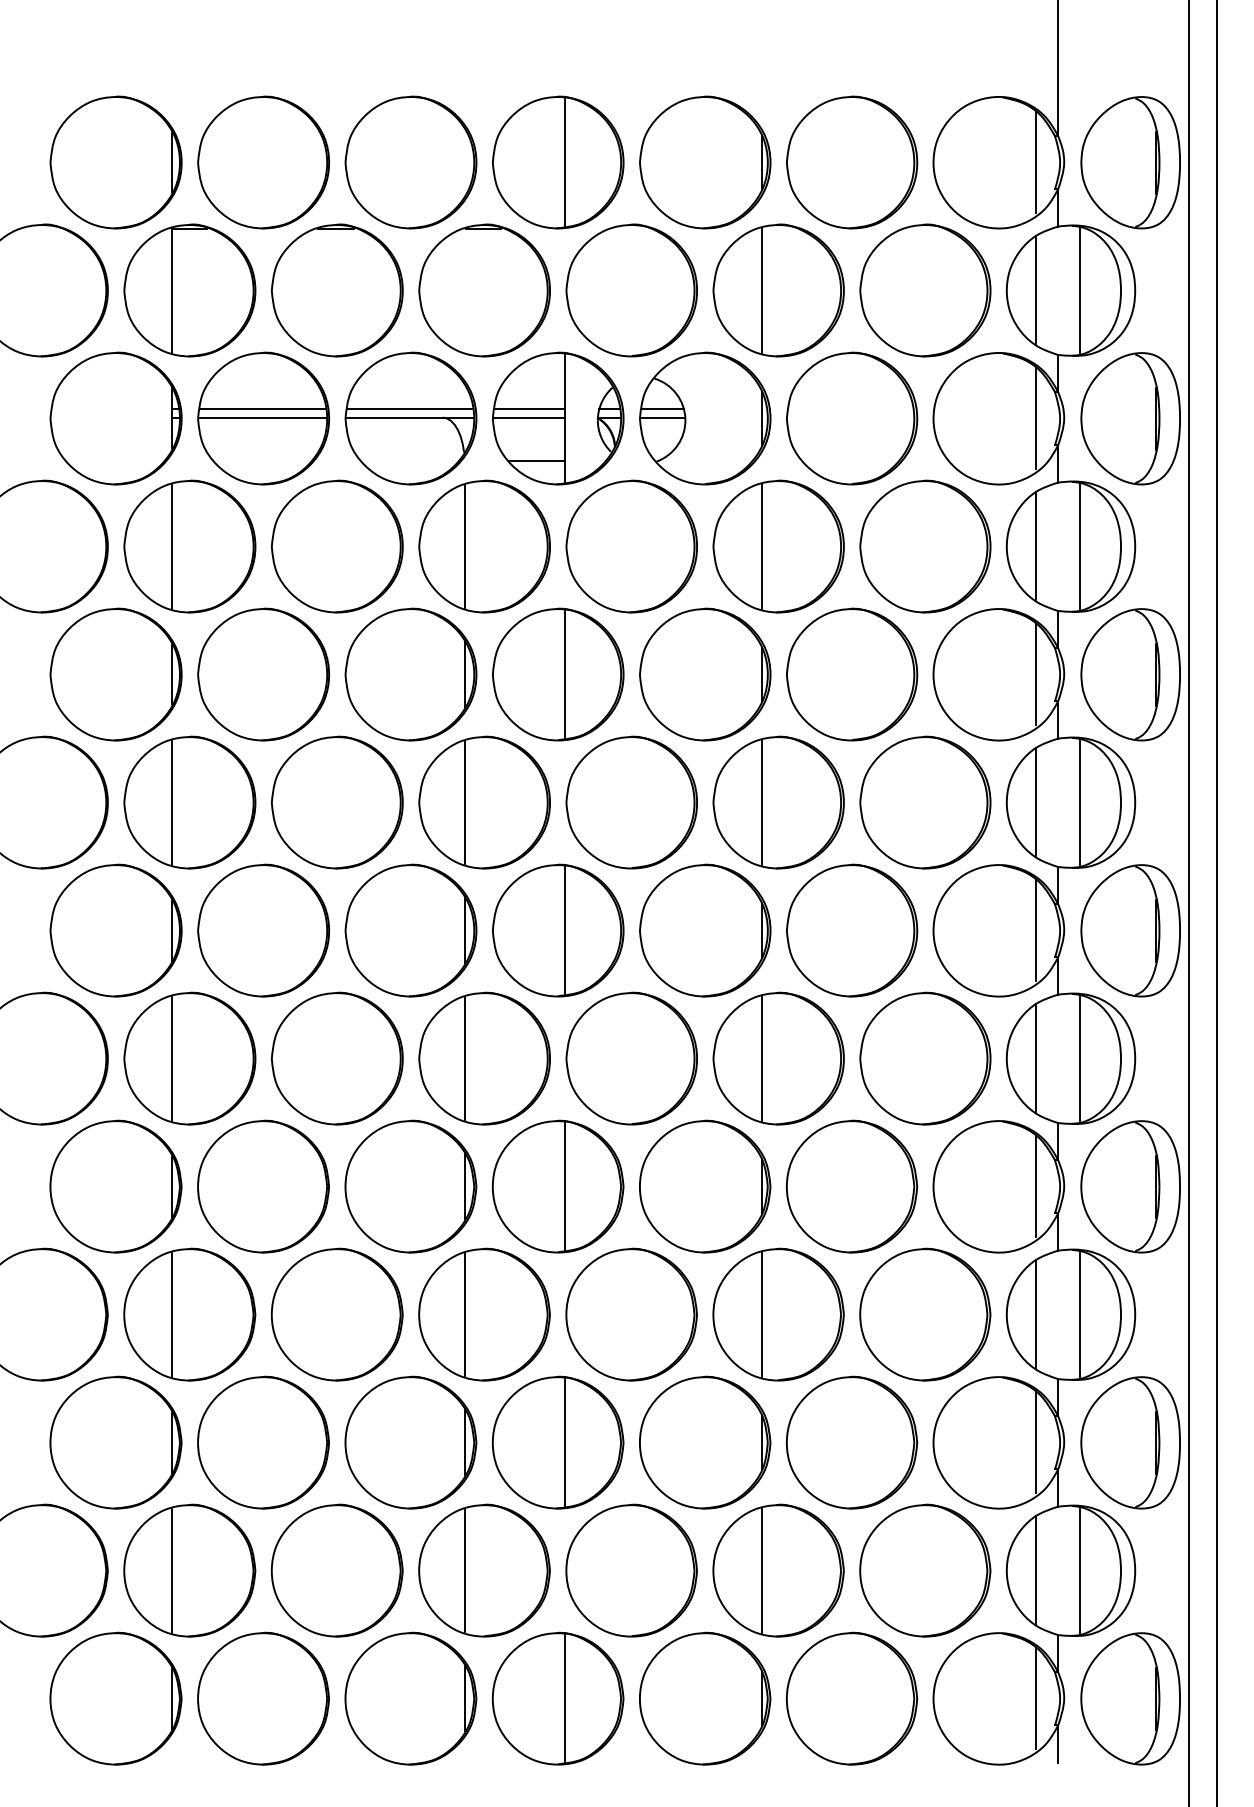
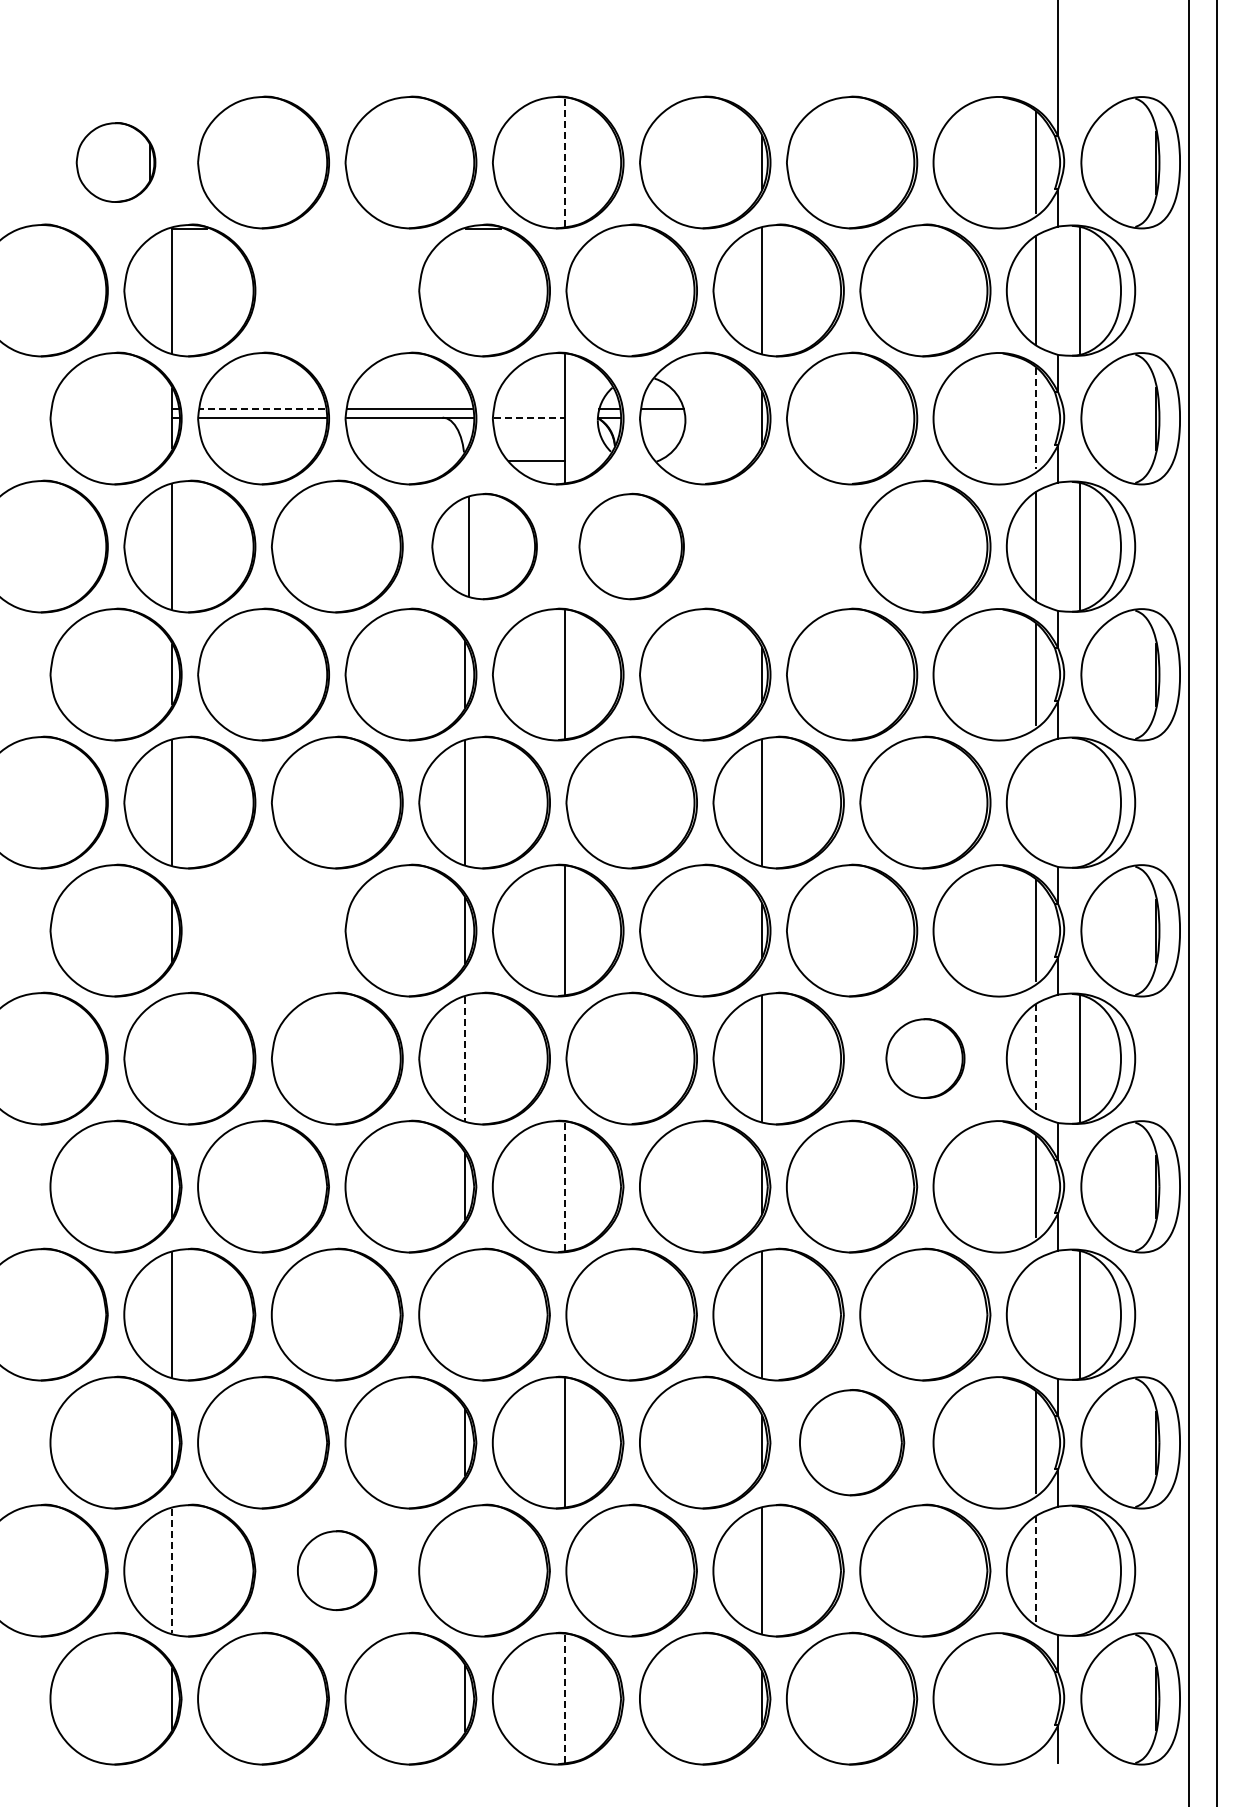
part at (115, 162) size: 134x135 px -> 82x81 px
line at (564, 162): solid -> dashed
part at (337, 290): present -> none
line at (262, 409): solid -> dashed
line at (529, 409): present -> none
line at (530, 417): solid -> dashed
line at (663, 417): present -> none
line at (1035, 418): solid -> dashed
part at (484, 546) size: 133x135 px -> 107x109 px
part at (631, 546) size: 133x135 px -> 107x109 px
part at (778, 546): present -> none
line at (1035, 802): present -> none
line at (1079, 802): present -> none
part at (263, 930): present -> none
line at (172, 1058): present -> none
line at (464, 1058): solid -> dashed
part at (925, 1058) size: 133x135 px -> 81x81 px
line at (1035, 1059): solid -> dashed
line at (564, 1186): solid -> dashed
line at (464, 1314): present -> none
line at (1035, 1314): present -> none
part at (852, 1442) size: 133x135 px -> 107x108 px
part at (336, 1570) size: 134x135 px -> 81x82 px
line at (464, 1570): present -> none
line at (1079, 1570): present -> none
line at (172, 1571): solid -> dashed
line at (1035, 1571): solid -> dashed
line at (564, 1698): solid -> dashed
line at (1035, 1698): present -> none
